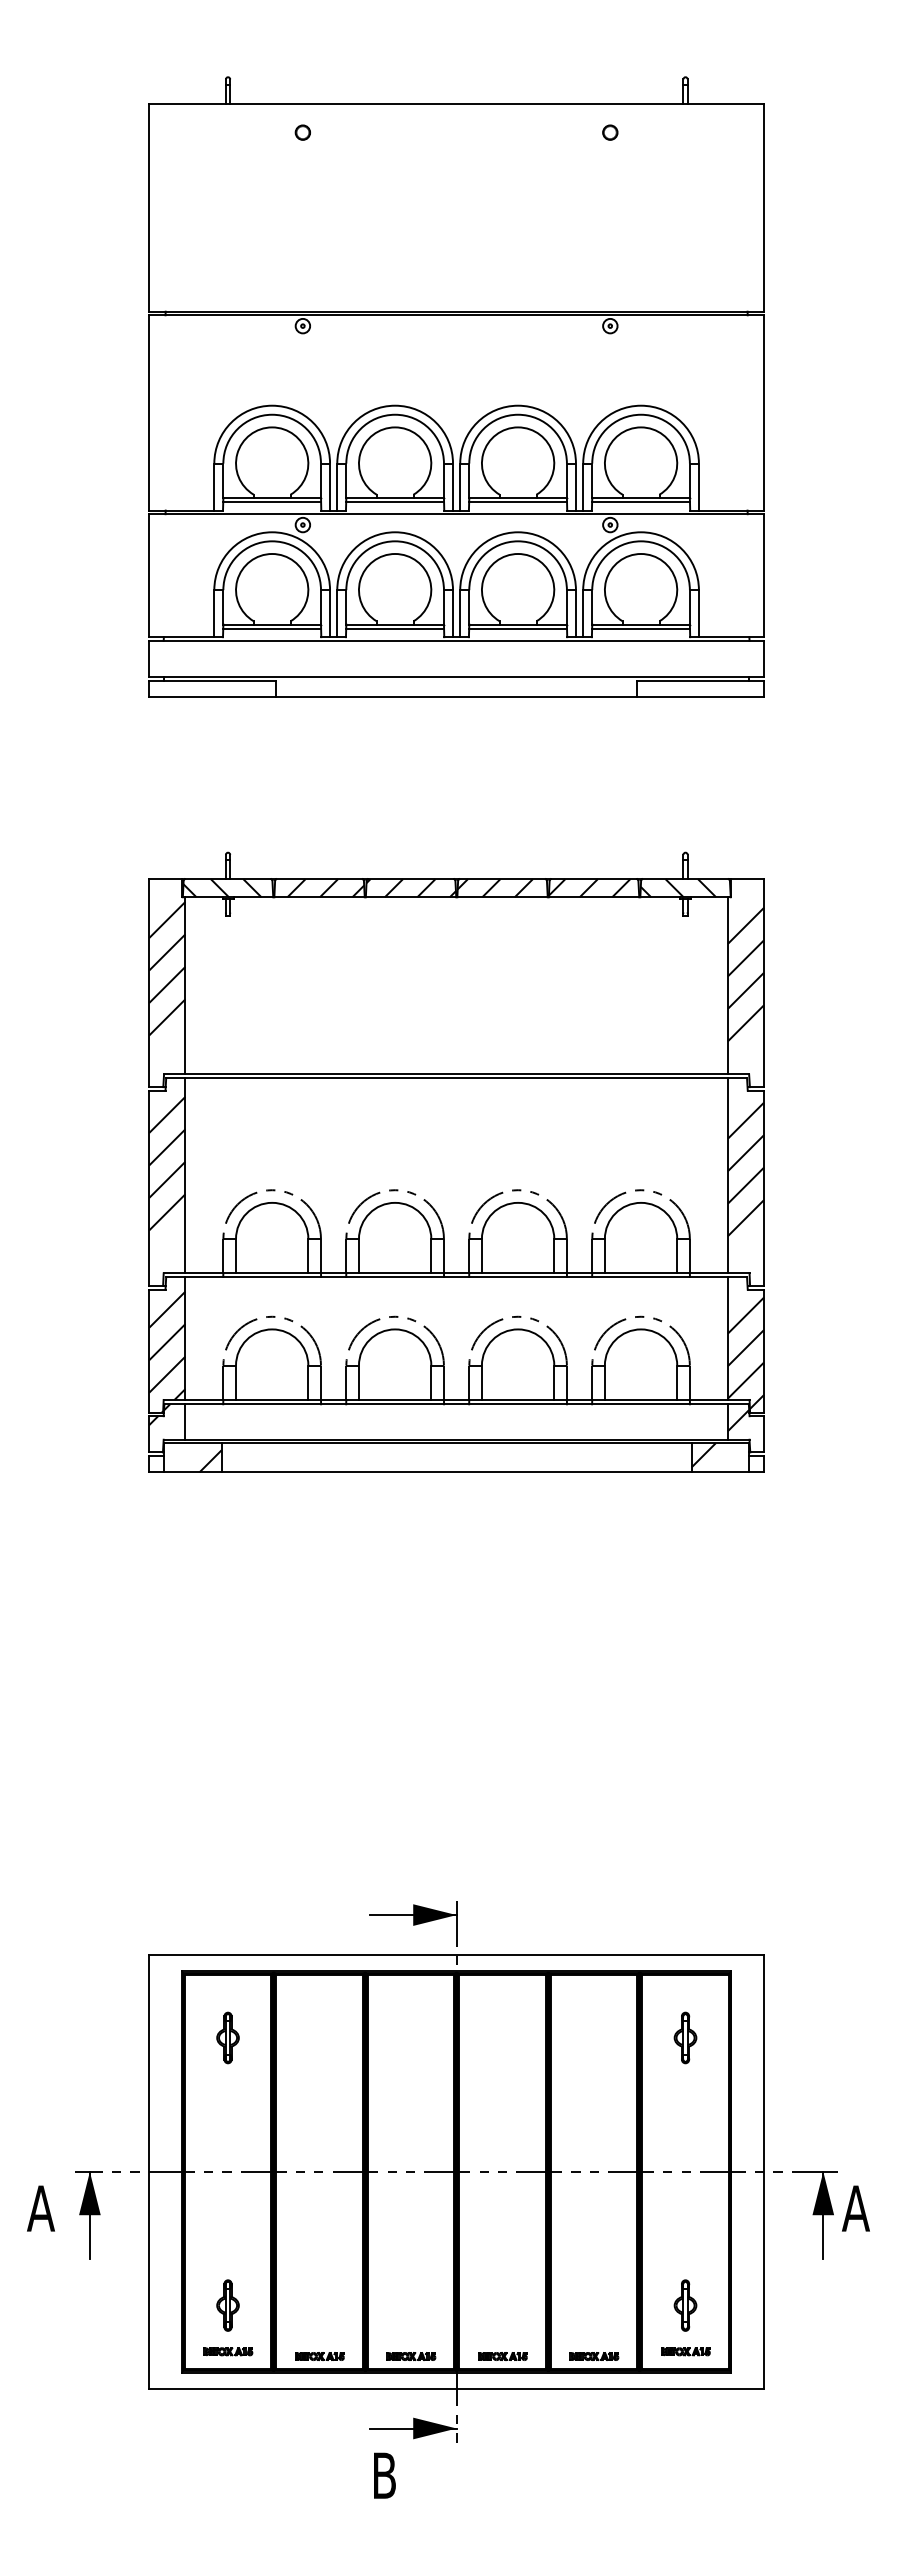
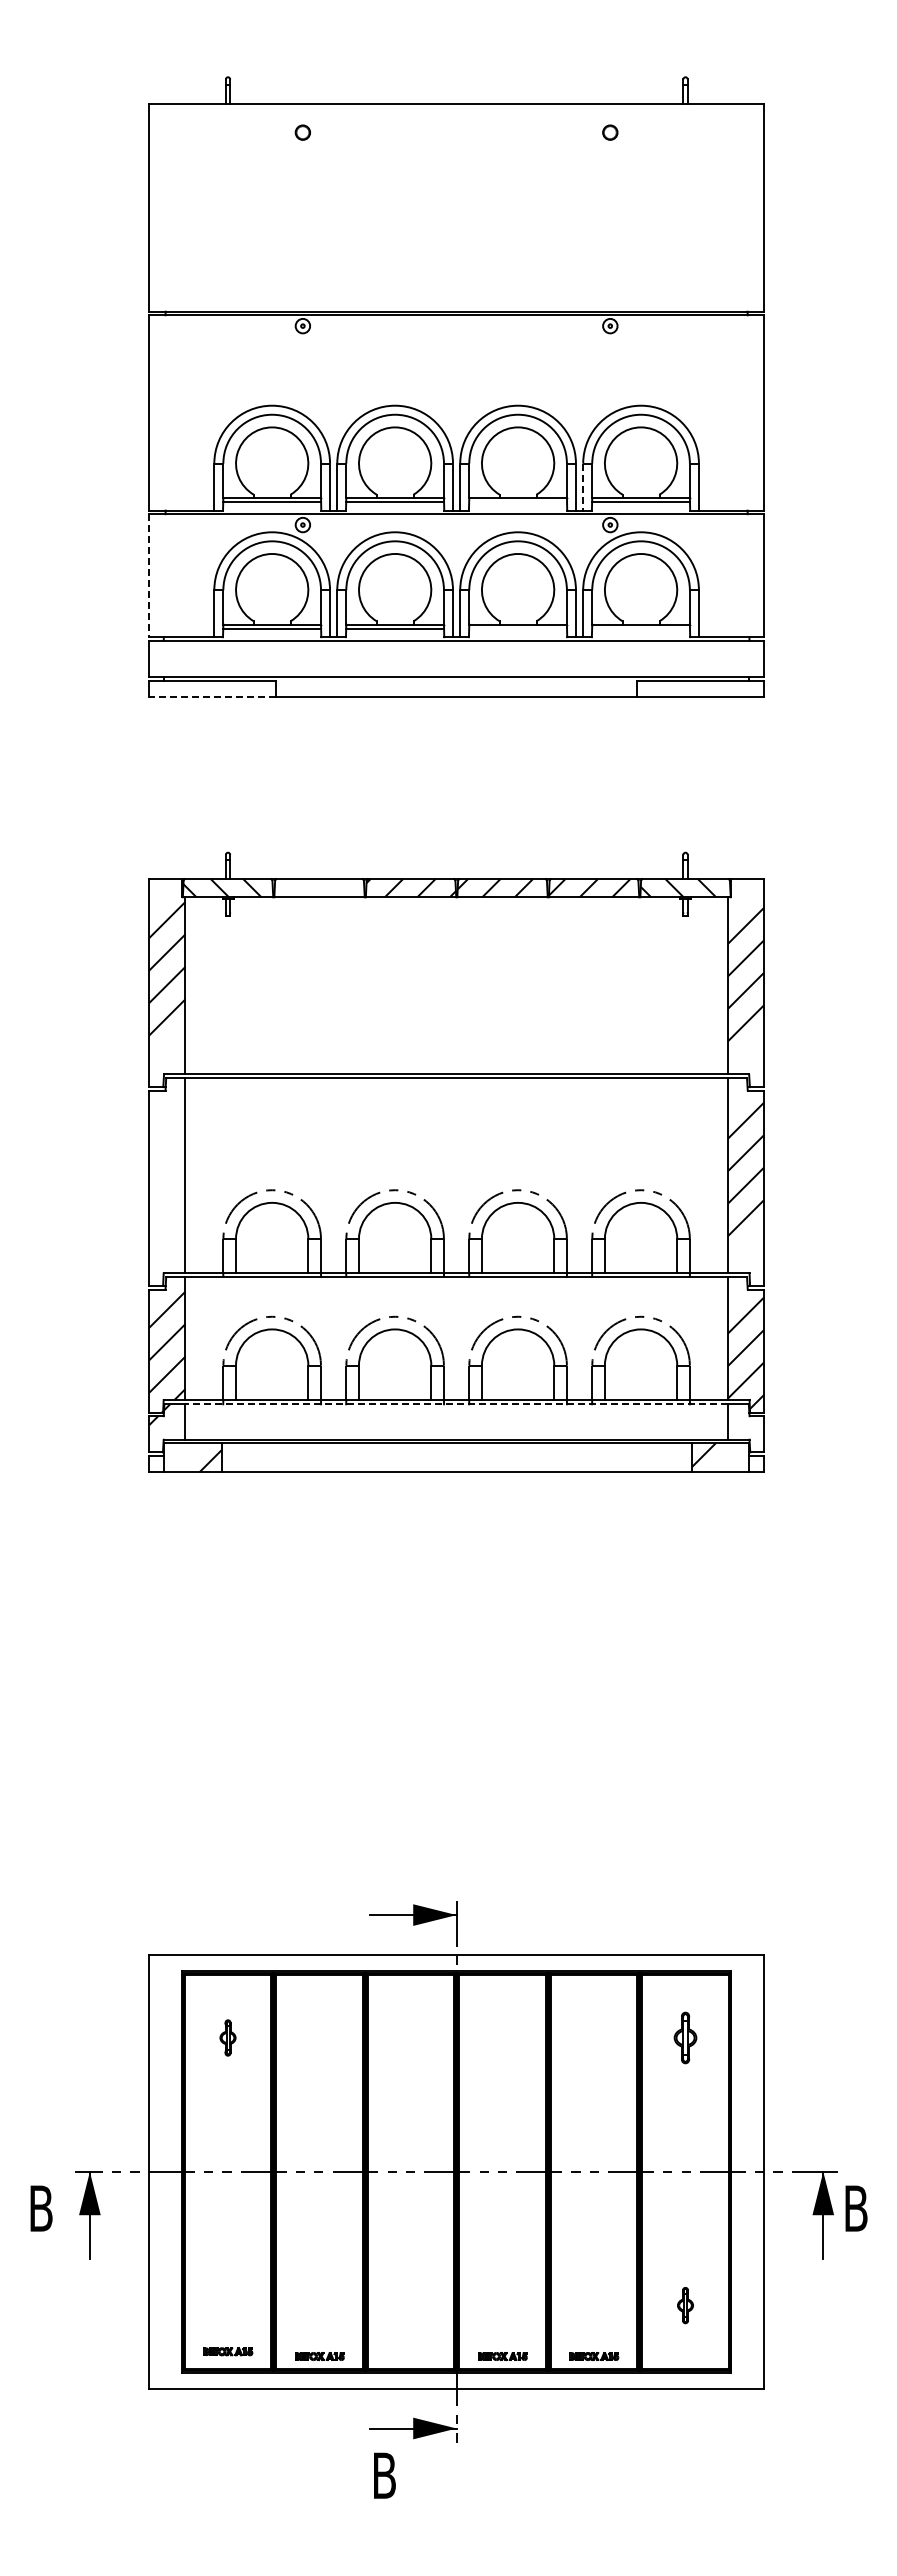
line at (583, 487): solid -> dashed
line at (518, 501): present -> none
line at (149, 576): solid -> dashed
line at (518, 628): present -> none
line at (640, 628): present -> none
line at (212, 696): solid -> dashed
hatch at (325, 888): present -> none
hatch at (167, 1163): present -> none
line at (456, 1404): solid -> dashed
hatch at (738, 1420): present -> none
part at (227, 2037) size: 24x54 px -> 18x38 px
text at (40, 2208): A -> B
text at (855, 2208): A -> B
part at (227, 2305): present -> none
part at (685, 2305) size: 25x53 px -> 17x38 px
part at (685, 2351): present -> none
part at (411, 2356): present -> none
